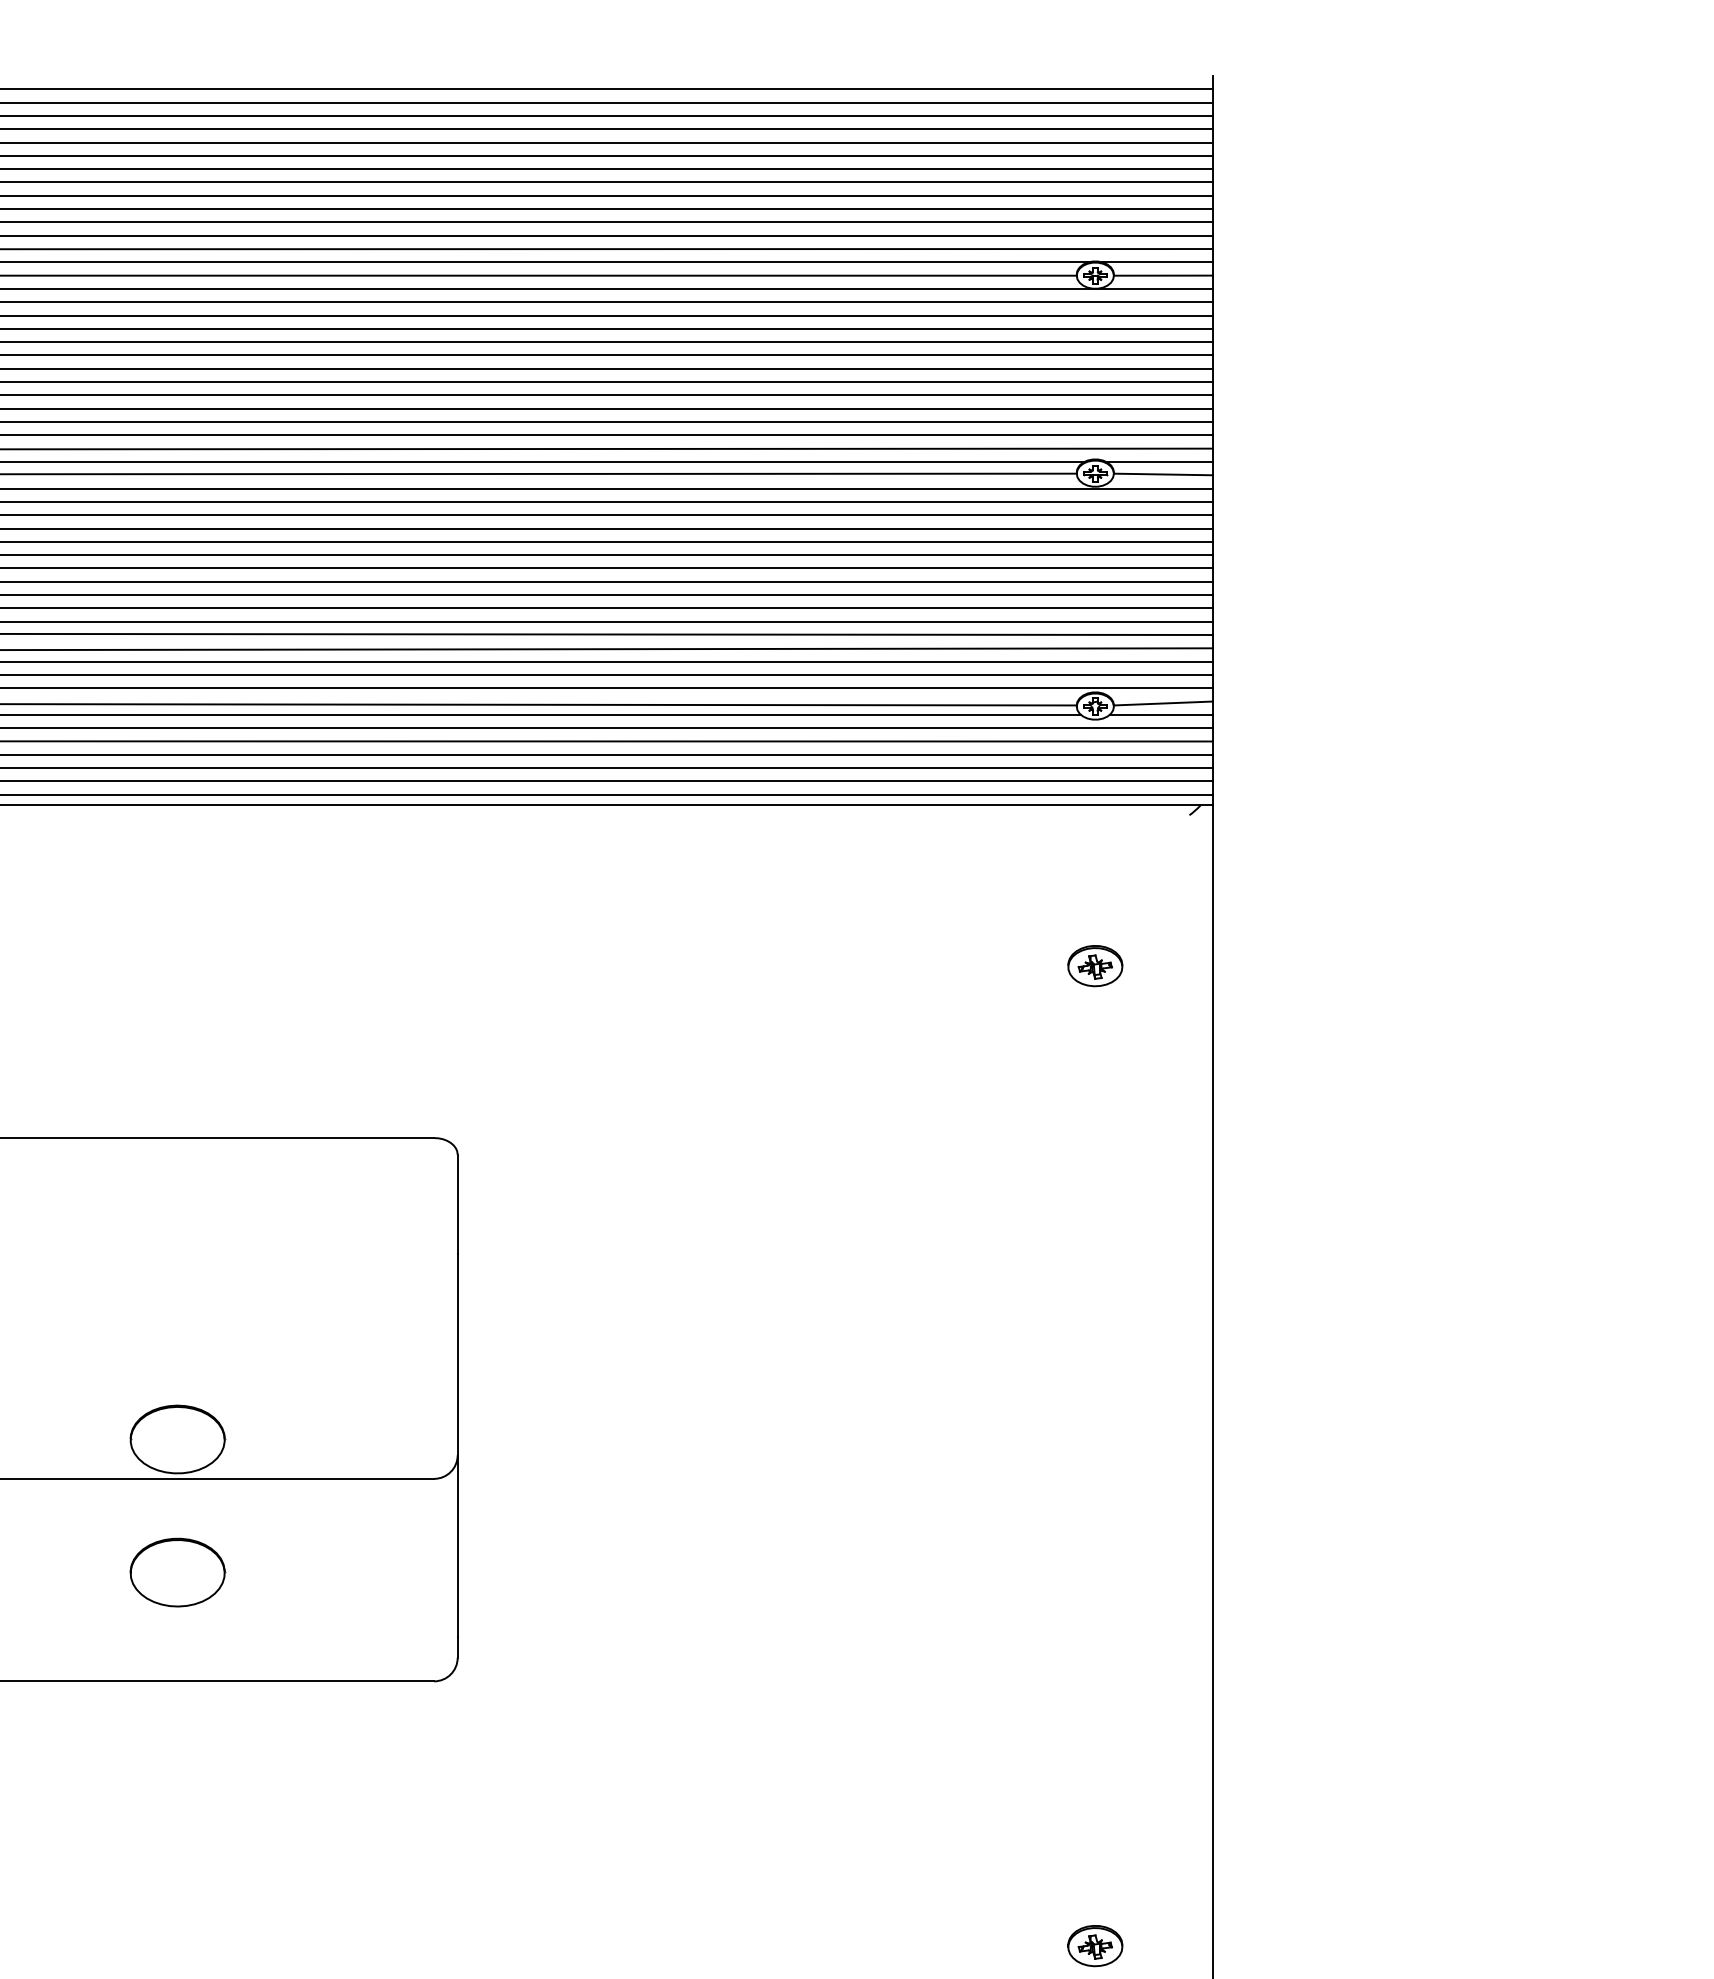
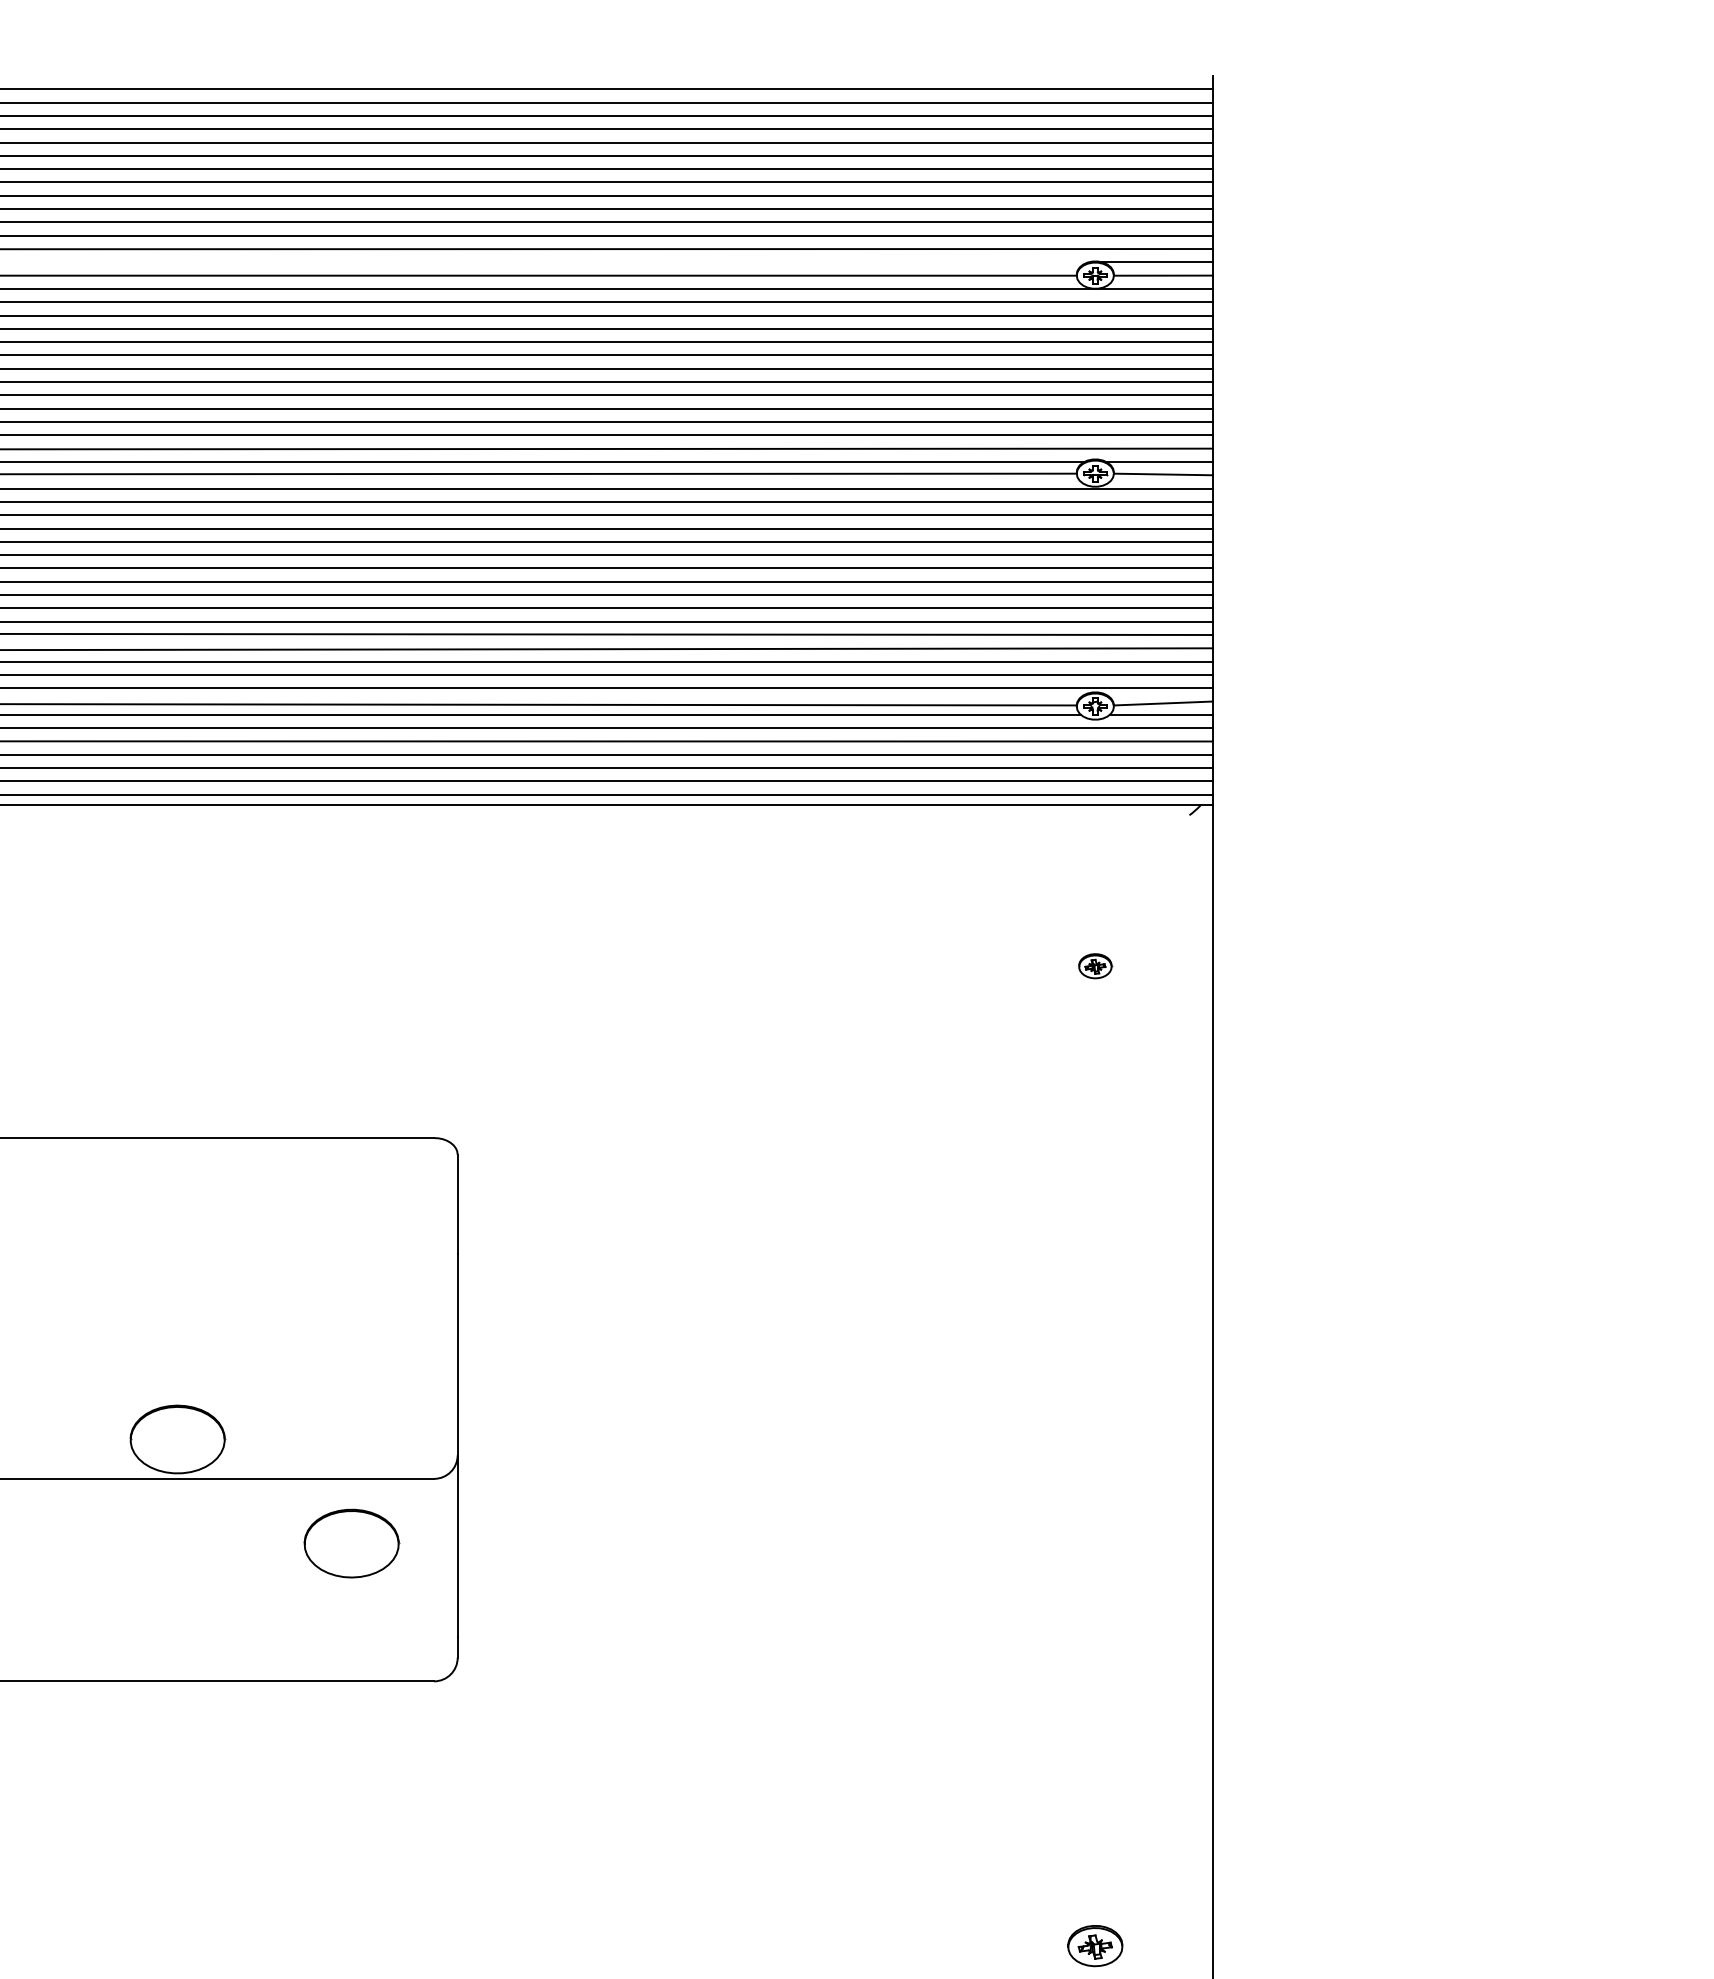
line at (545, 262): present -> none
part at (1095, 966) size: 57x43 px -> 36x27 px
part at (177, 1572) position: (177, 1572) -> (351, 1543)
